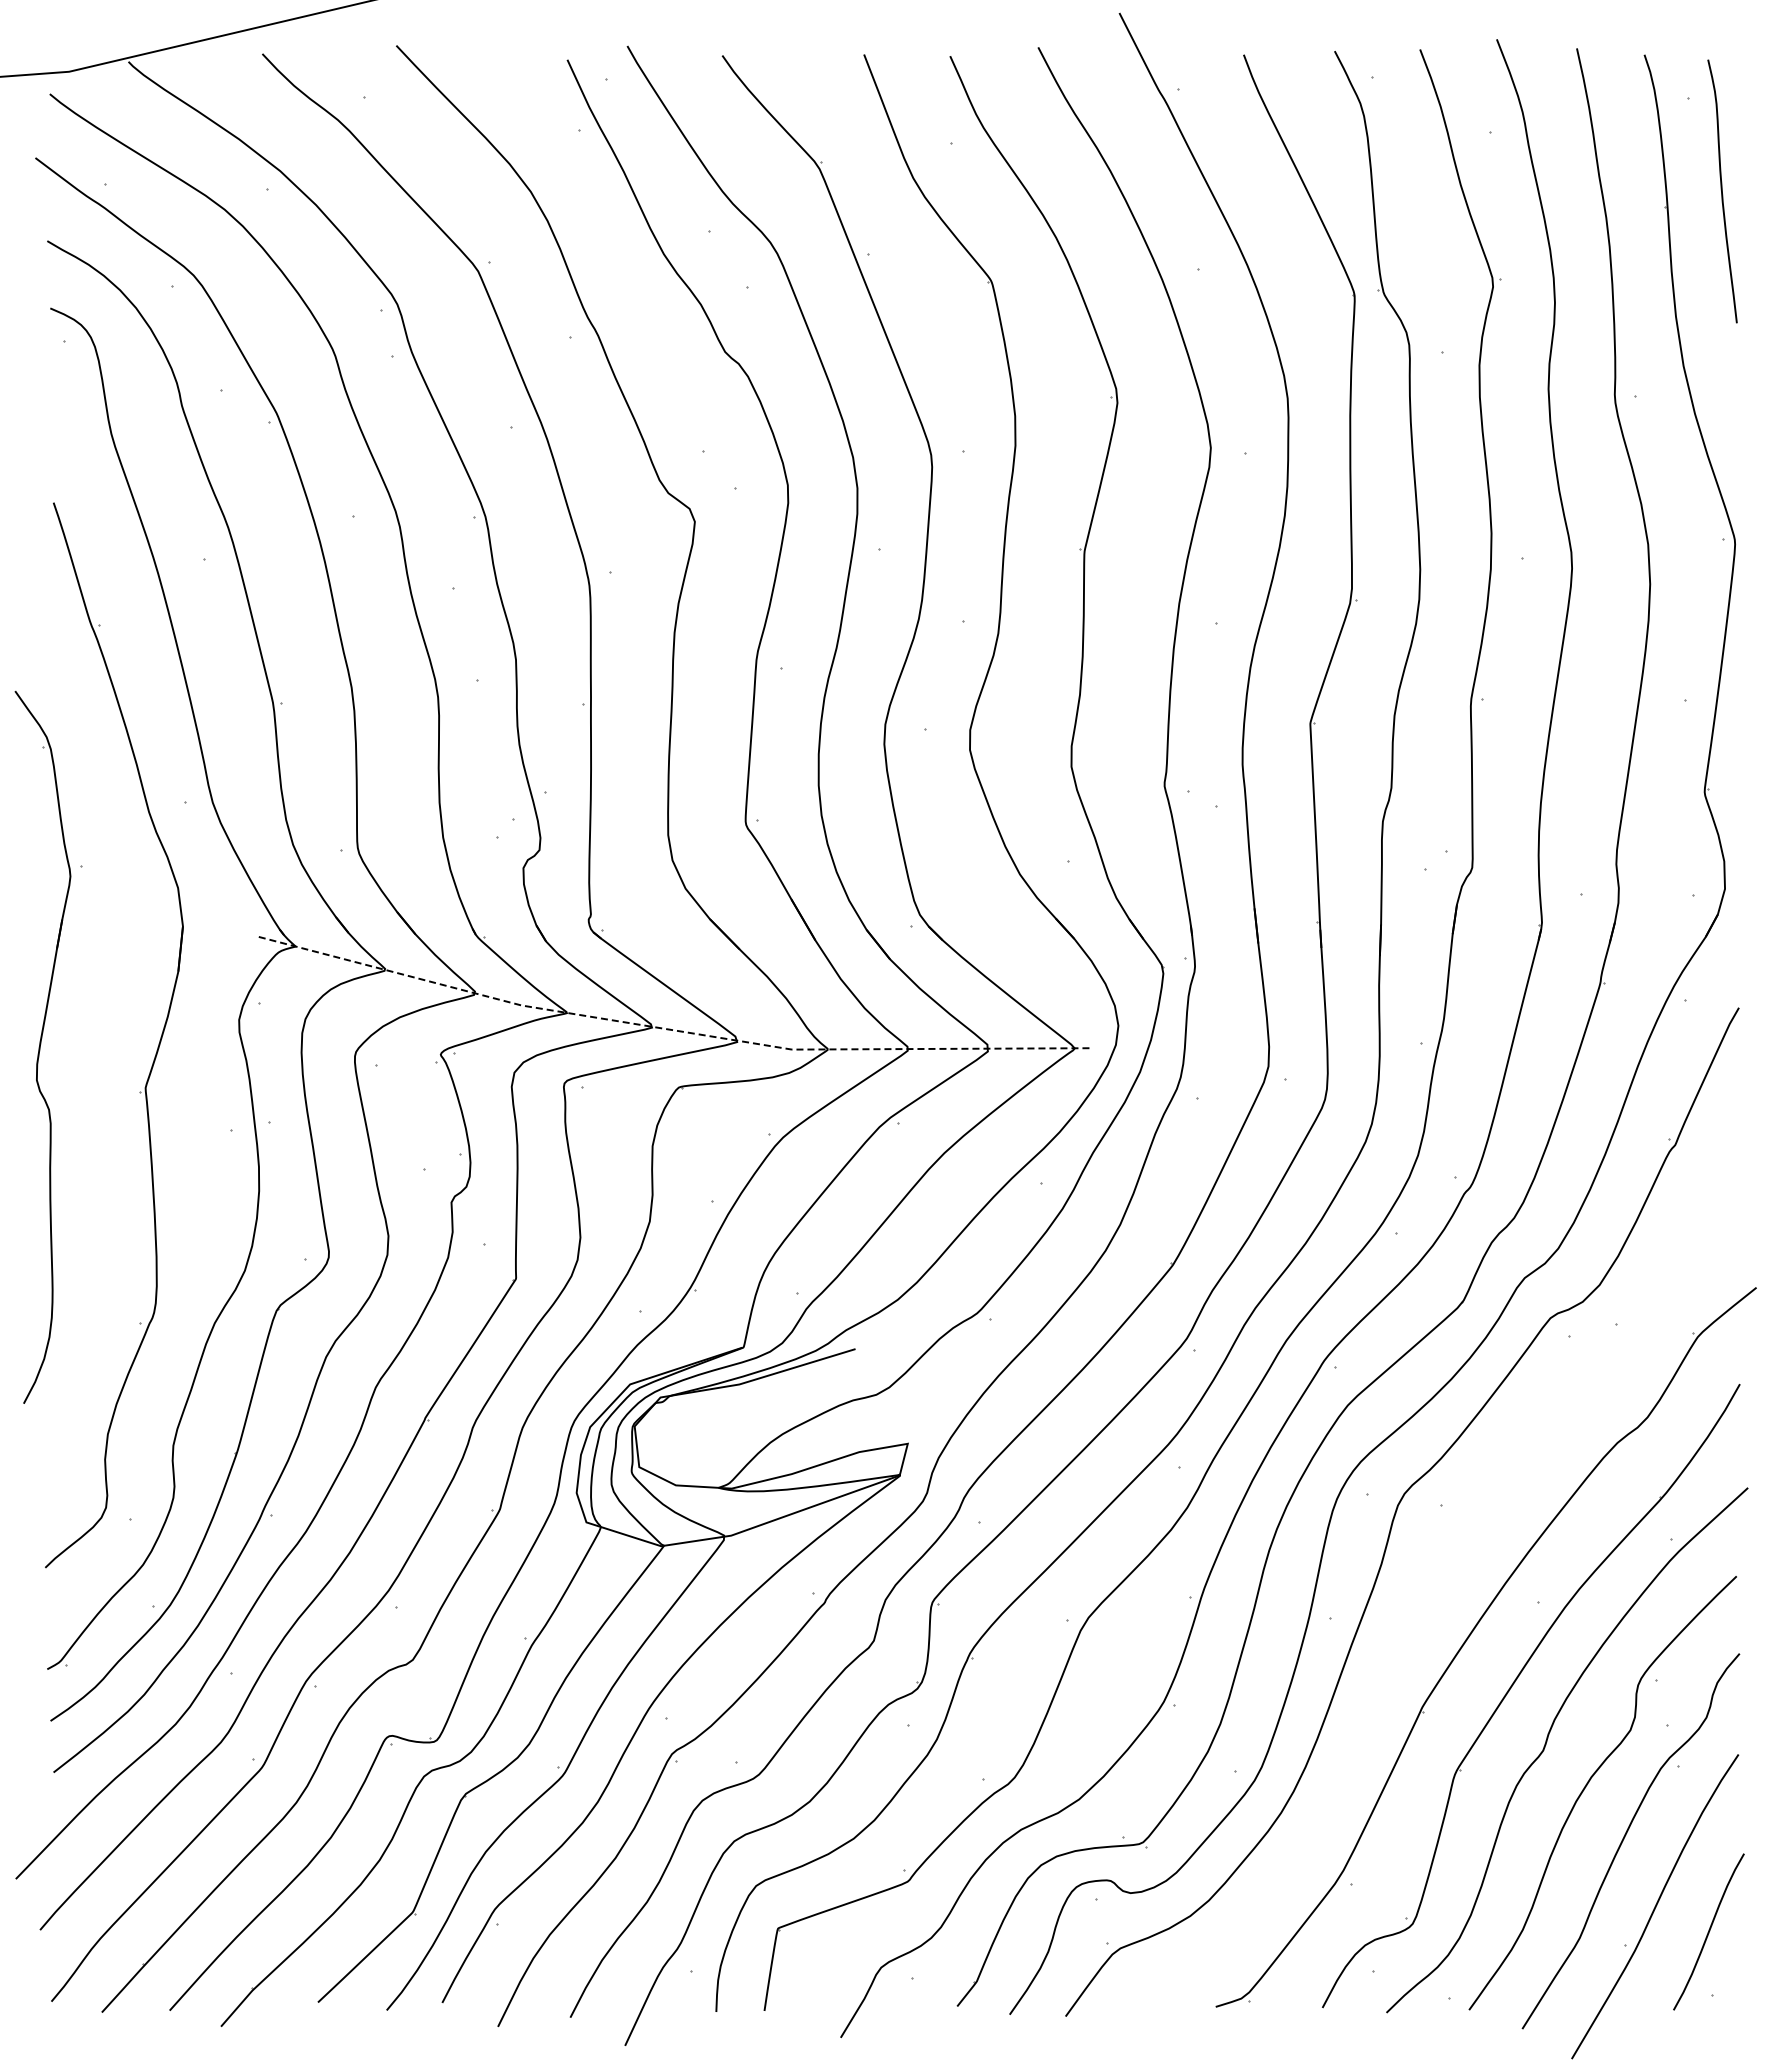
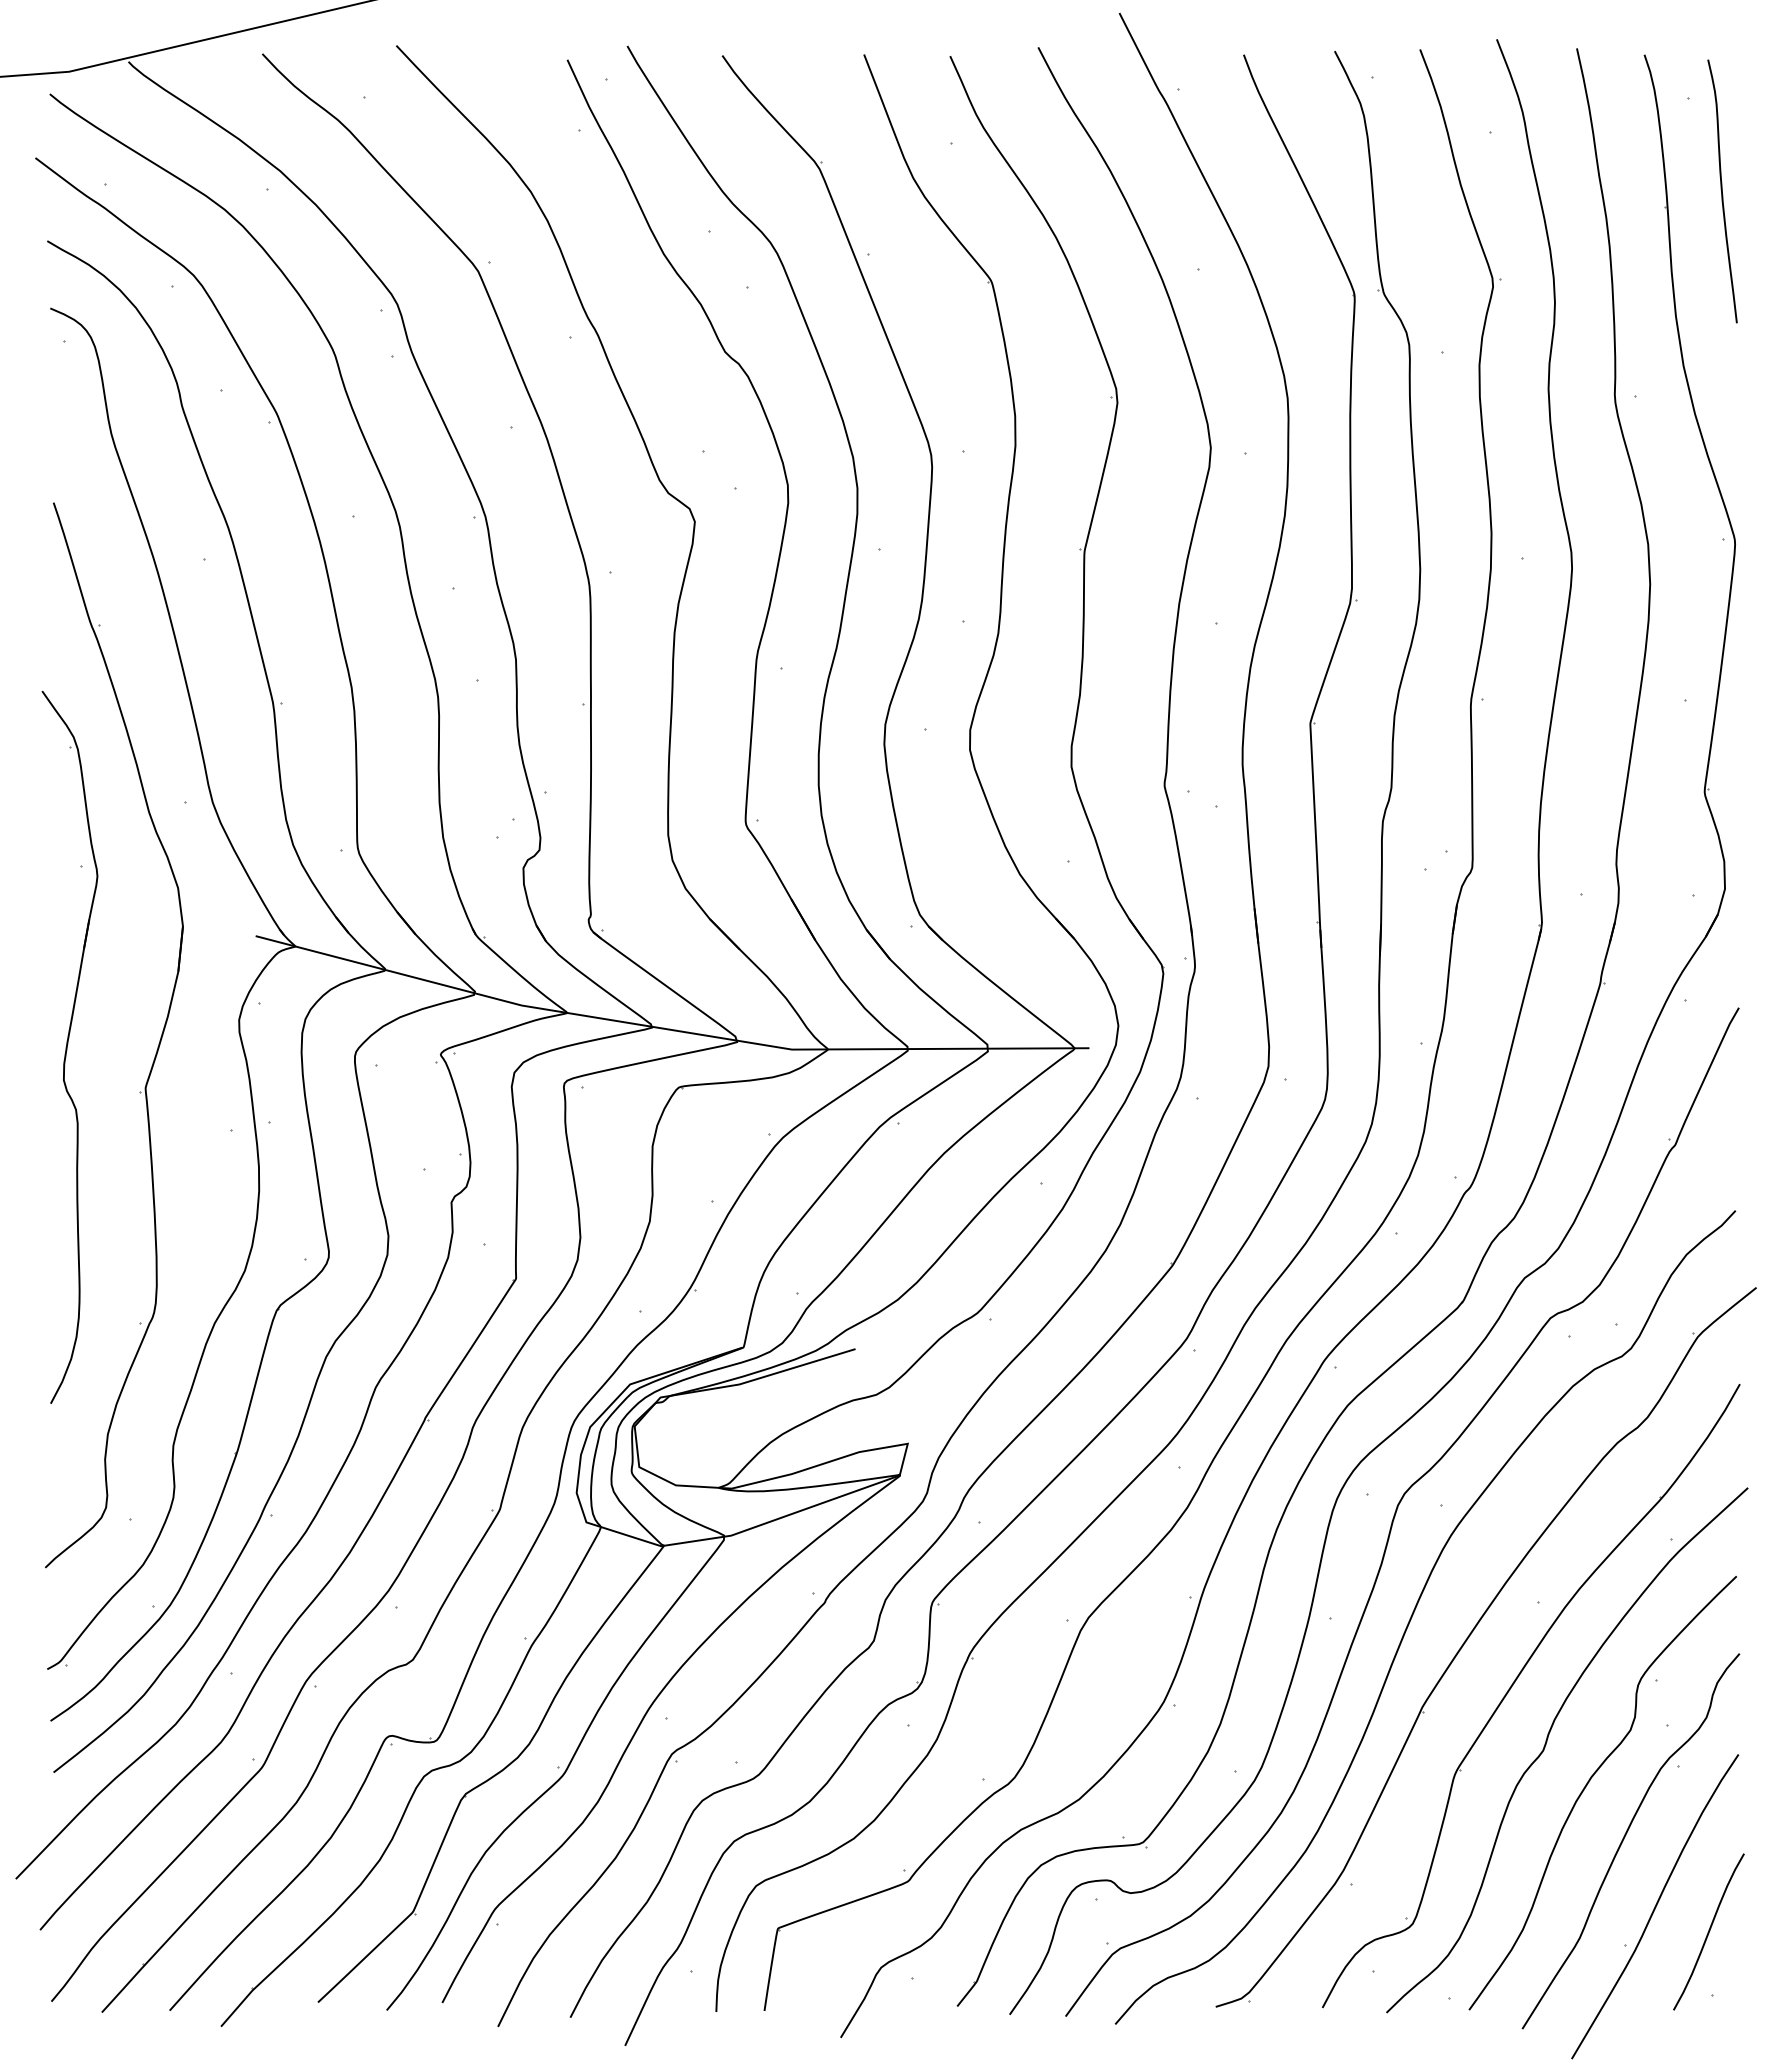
line at (667, 1029): dashed -> solid
part at (42, 1046) position: (42, 1046) -> (69, 1046)
curve at (1414, 1612): none -> present
